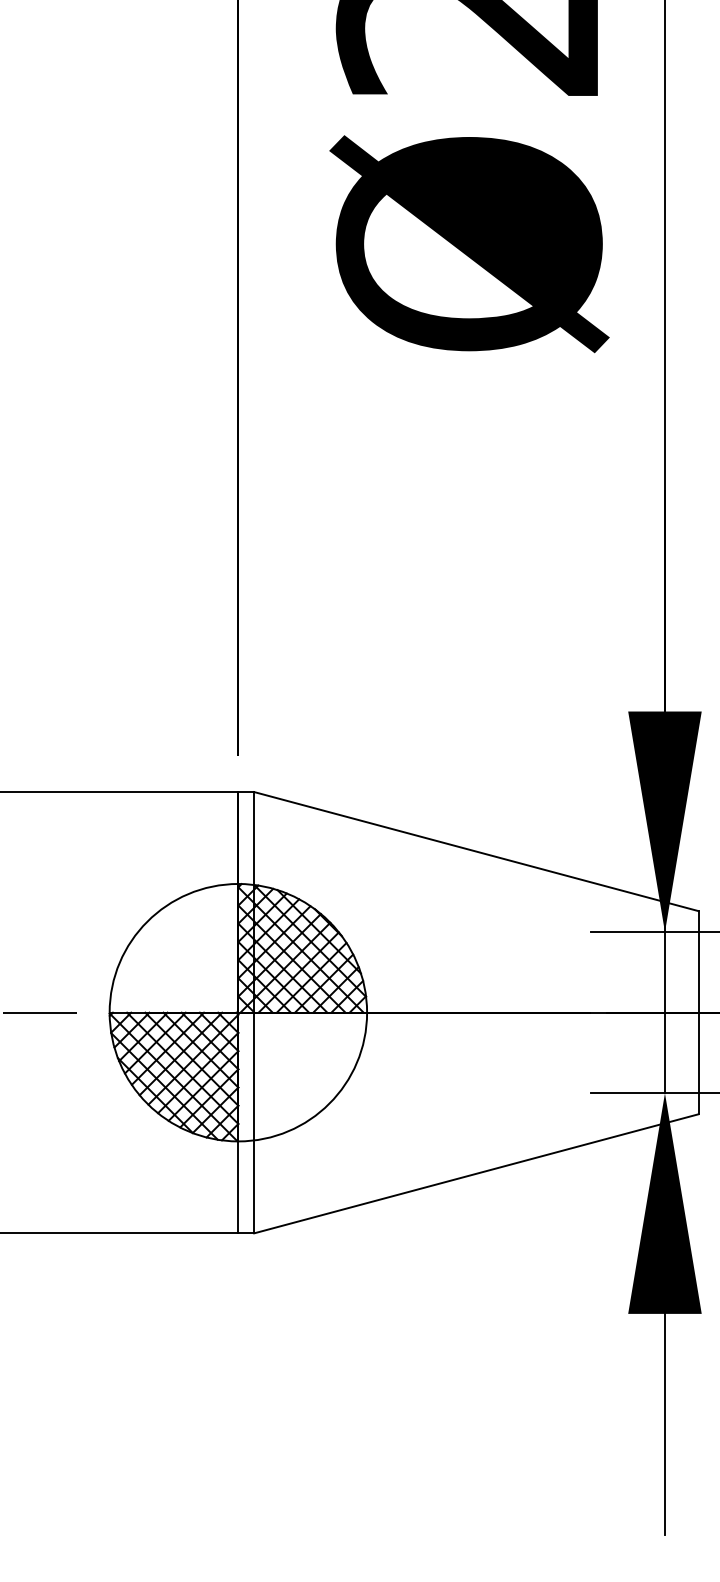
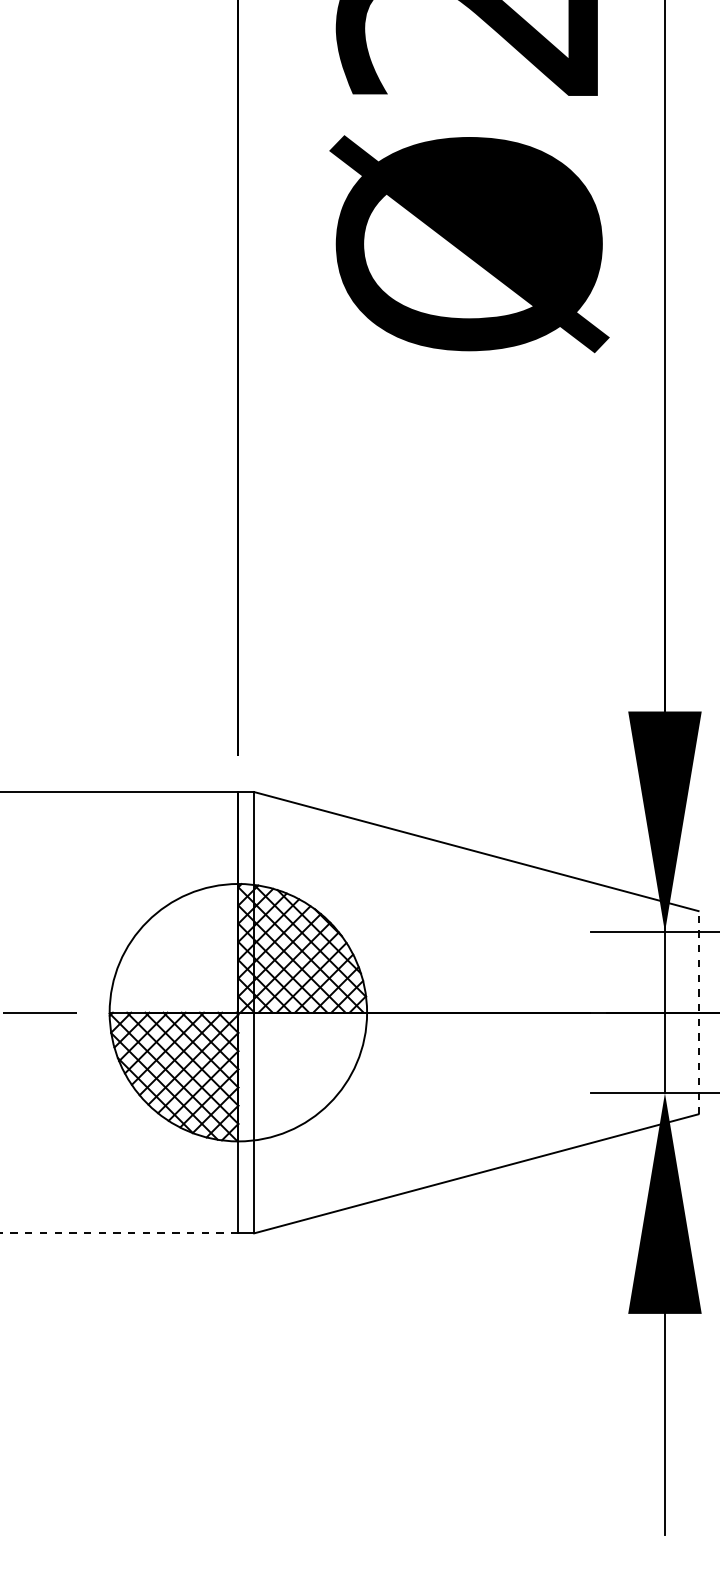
line at (698, 1012): solid -> dashed
line at (119, 1233): solid -> dashed
